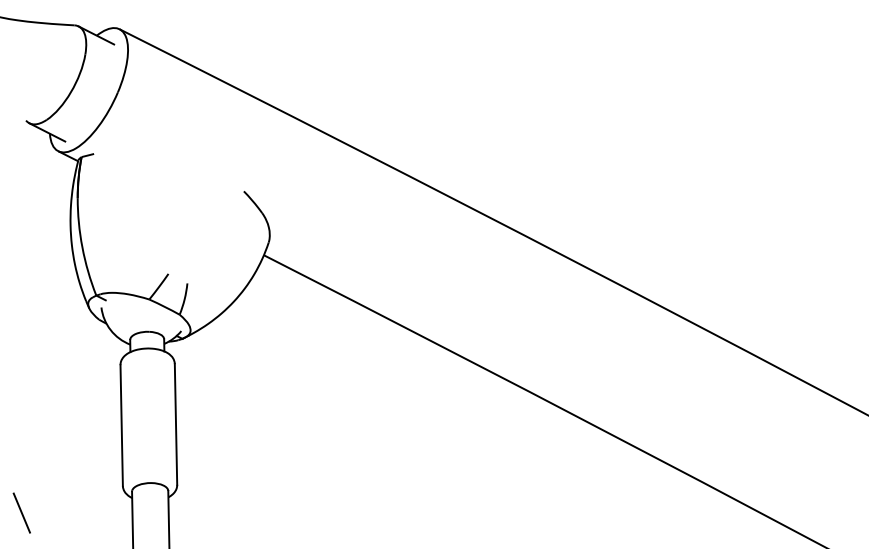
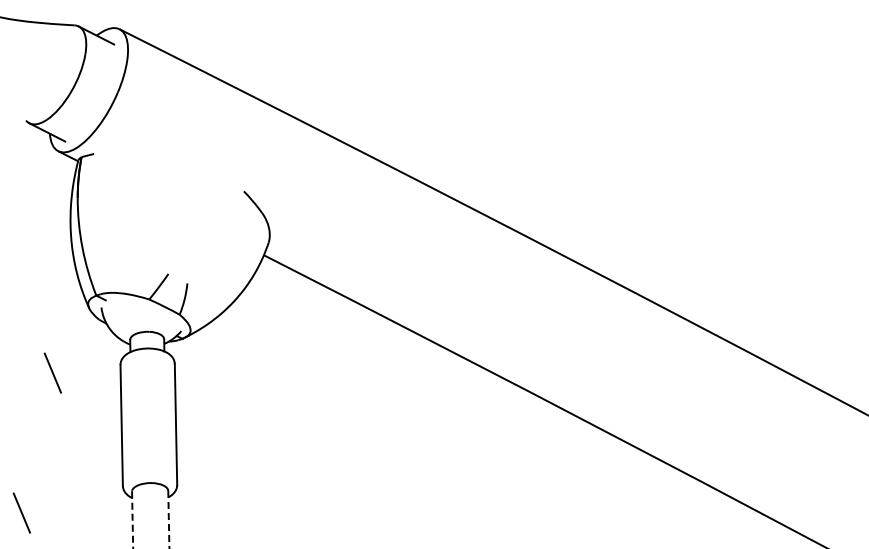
line at (52, 372): none -> present
line at (132, 520): solid -> dashed
line at (168, 520): solid -> dashed
